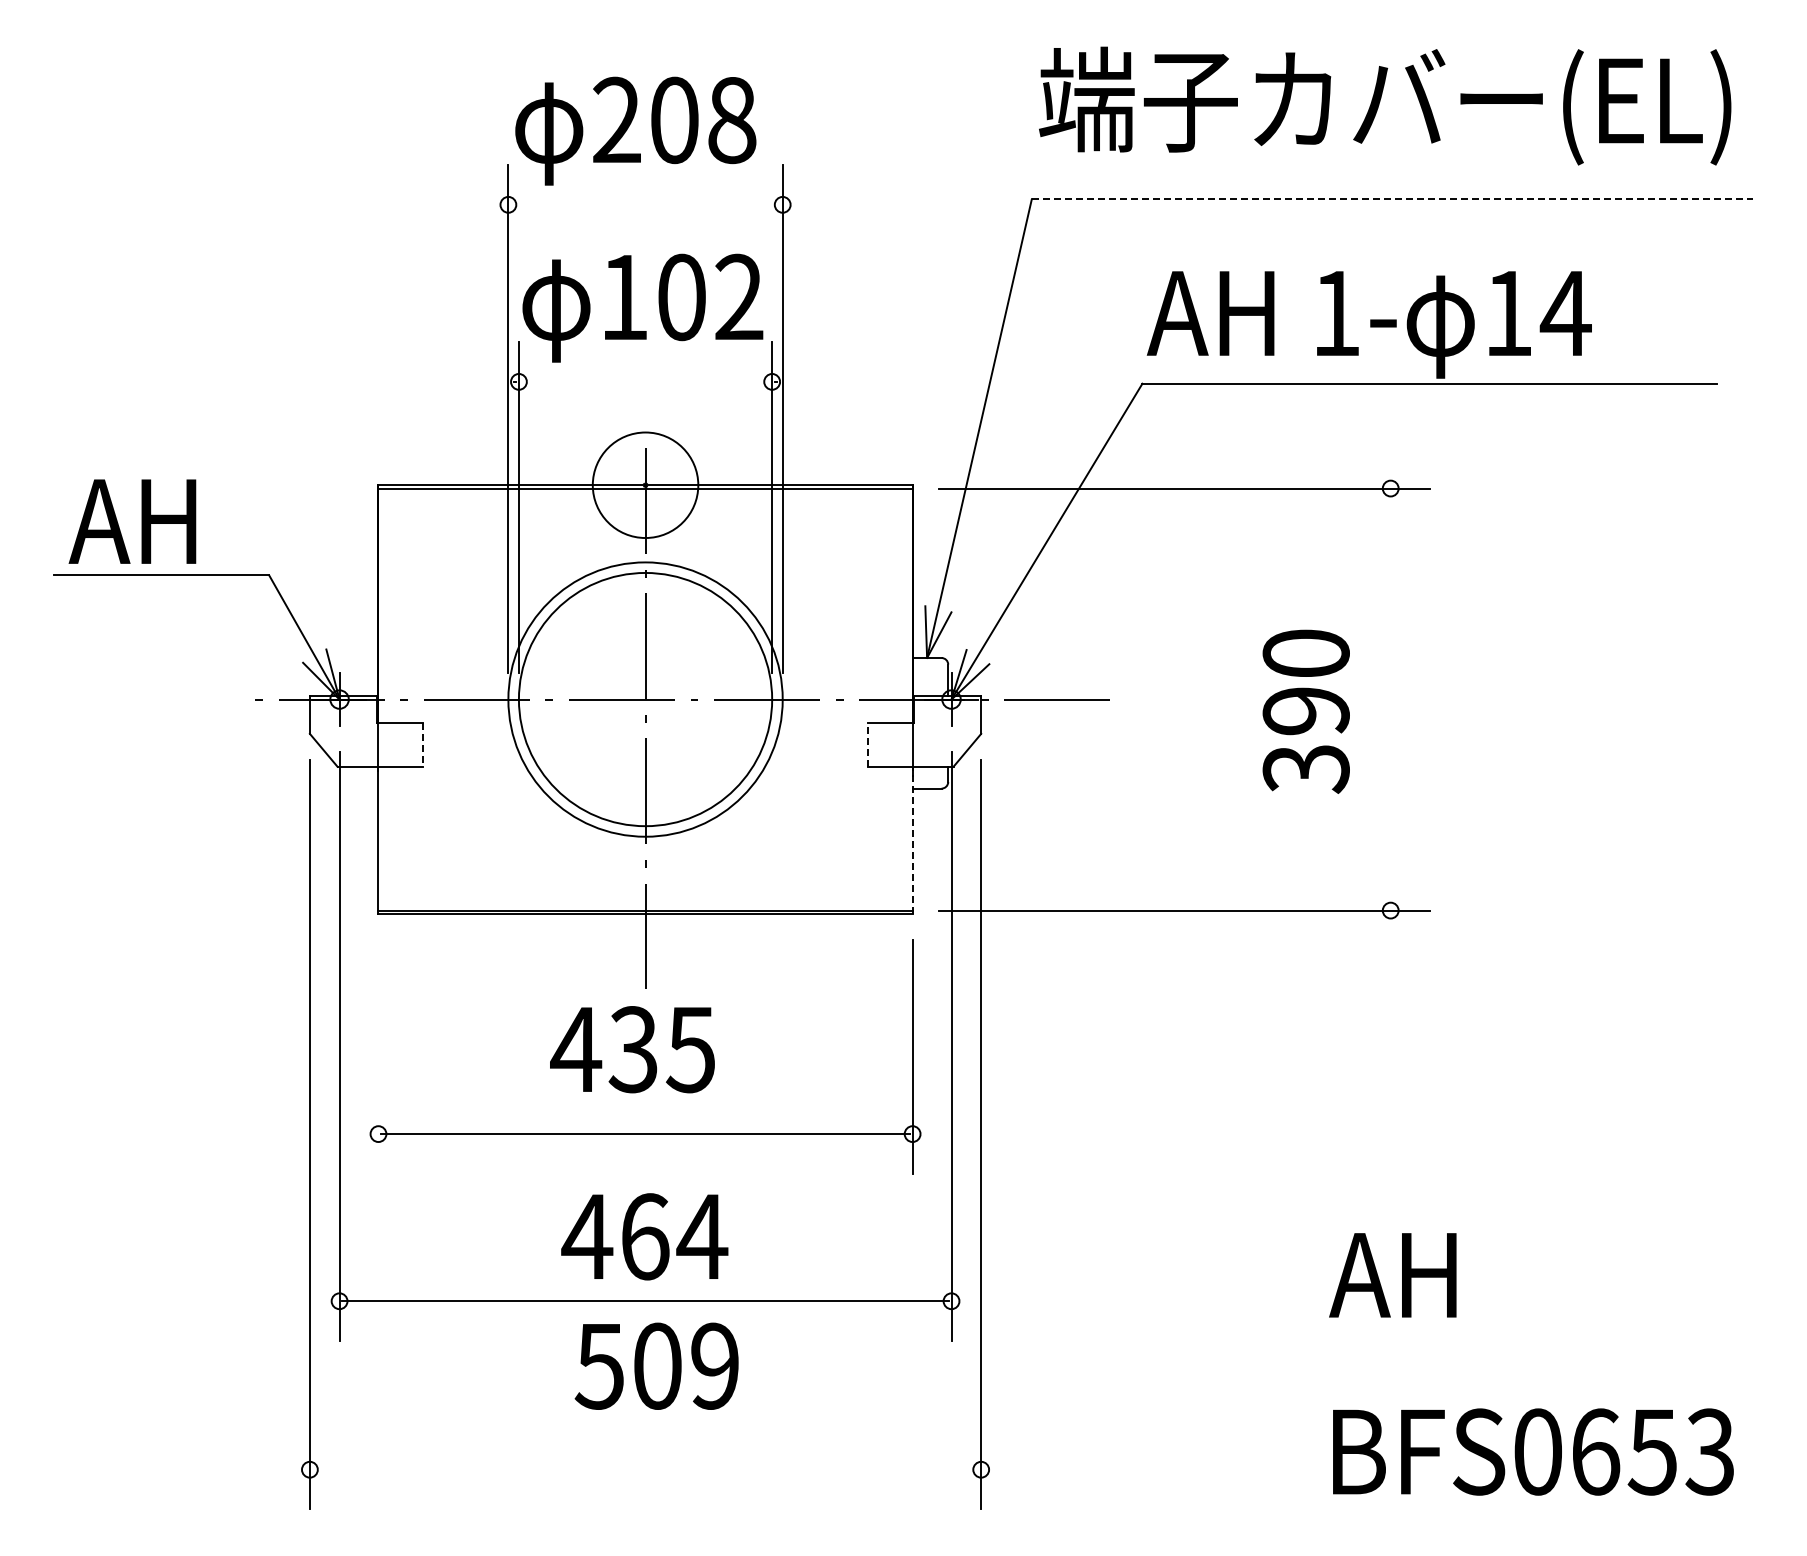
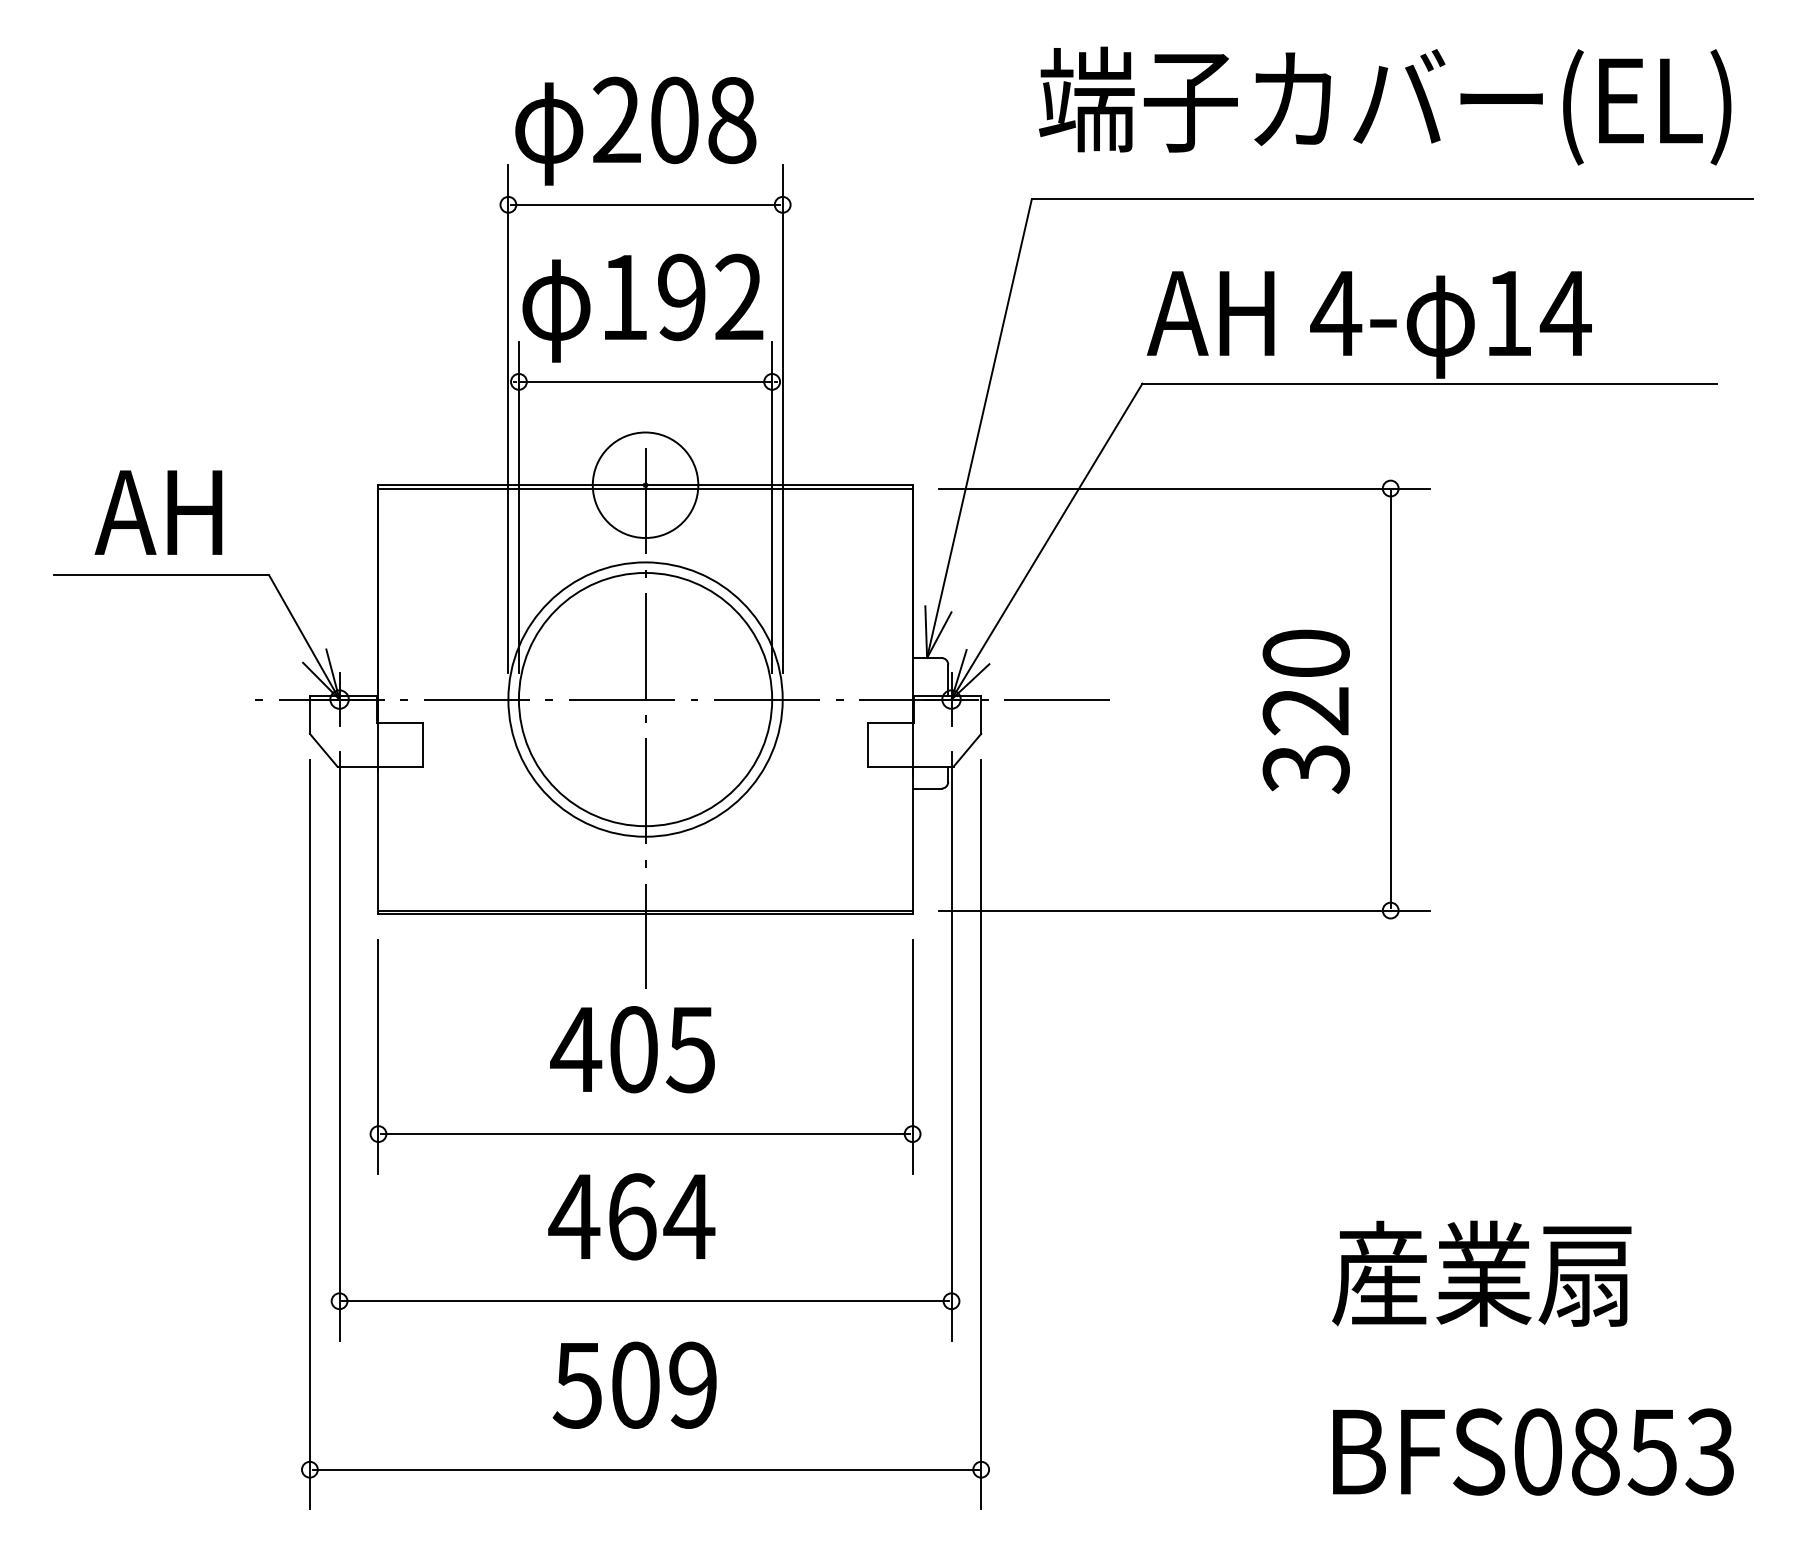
line at (1392, 199): dashed -> solid
line at (645, 204): none -> present
text at (681, 297): 102 -> 192
text at (1336, 313): 1- -> 4-
line at (645, 381): none -> present
text at (132, 521) position: (132, 521) -> (158, 512)
line at (1390, 699): none -> present
text at (1306, 711): 390 -> 320
line at (422, 745): dashed -> solid
line at (868, 745): dashed -> solid
line at (912, 840): dashed -> solid
text at (632, 1049): 435 -> 405
line at (378, 1056): none -> present
text at (644, 1236) position: (644, 1236) -> (631, 1216)
text at (1480, 1273): AH -> 産業扇
text at (656, 1365) position: (656, 1365) -> (634, 1384)
text at (1596, 1451): BFS0653 -> BFS0853
line at (645, 1469): none -> present
